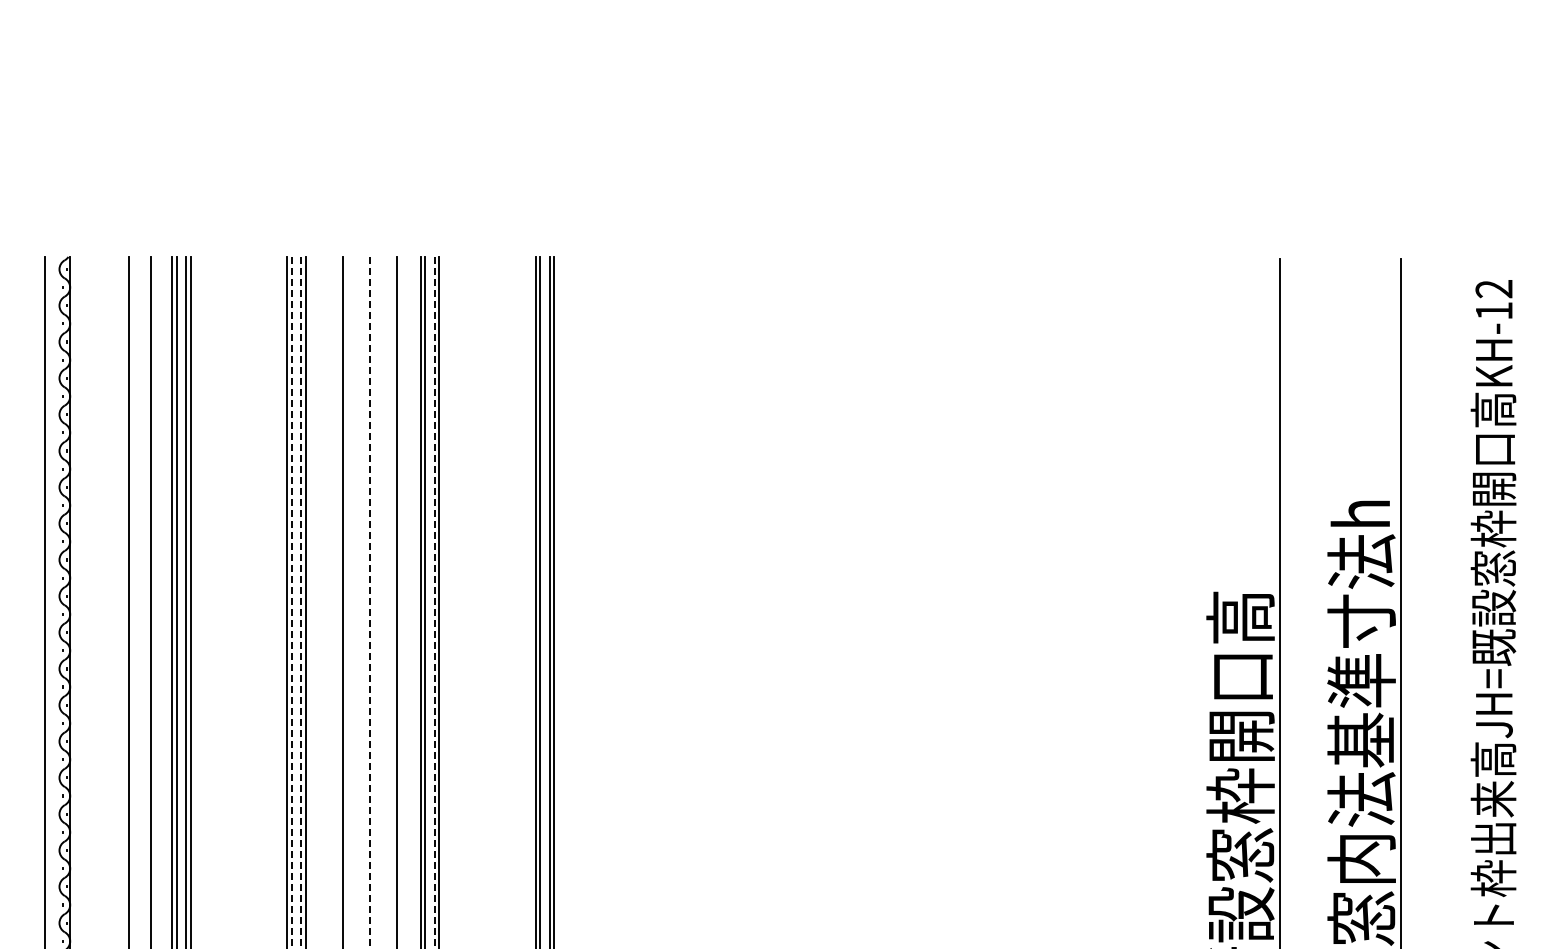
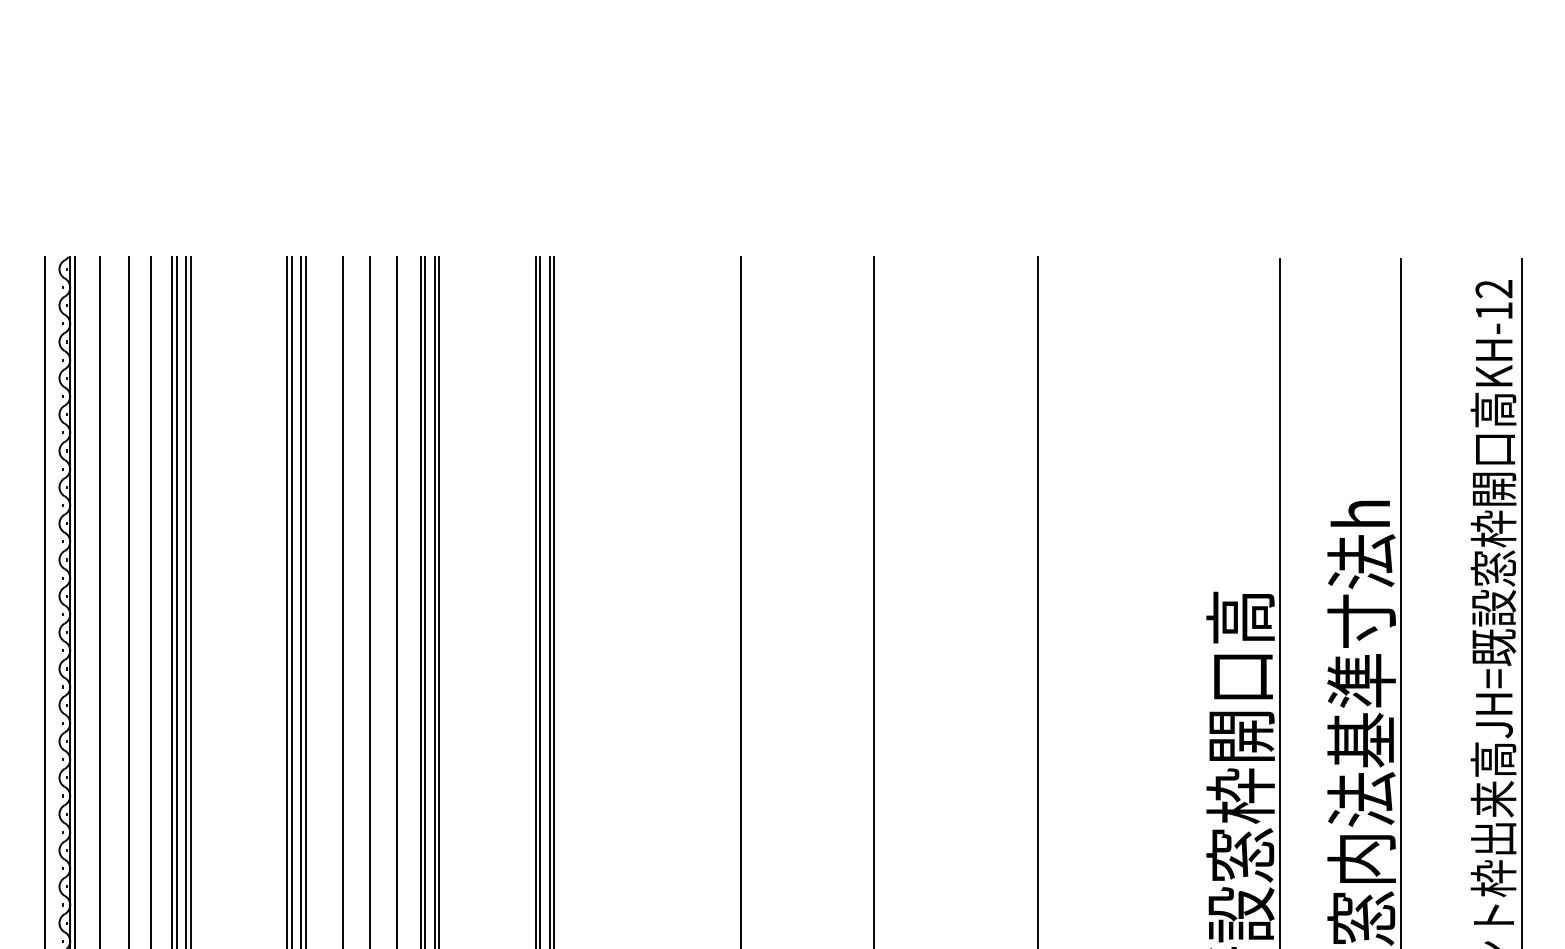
line at (74, 600): none -> present
line at (100, 600): none -> present
line at (740, 600): none -> present
line at (874, 600): none -> present
line at (1037, 600): none -> present
line at (291, 602): dashed -> solid
line at (301, 602): dashed -> solid
line at (369, 602): dashed -> solid
line at (434, 602): dashed -> solid
line at (1521, 602): none -> present
